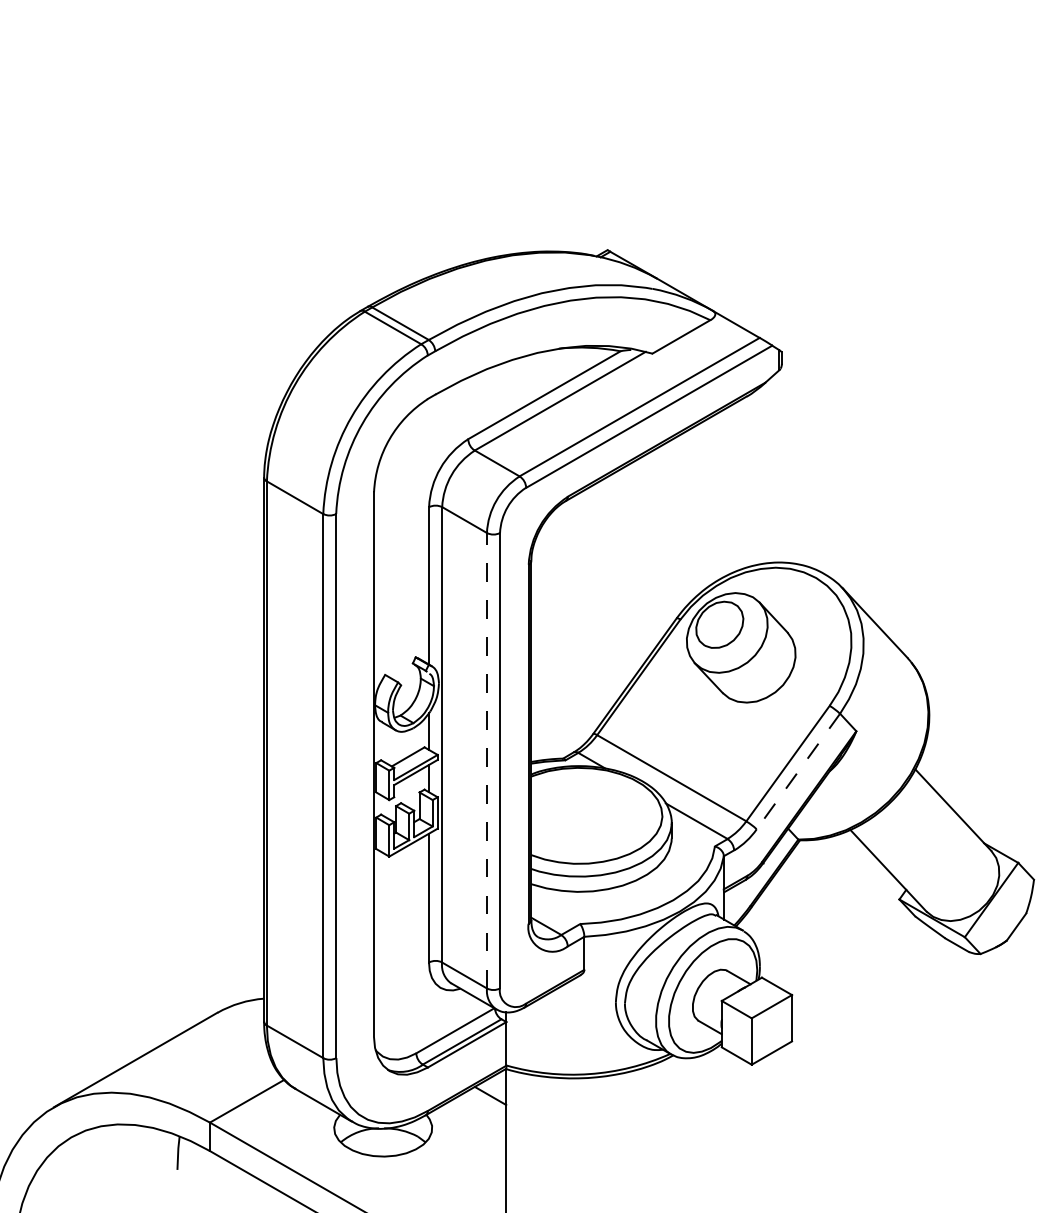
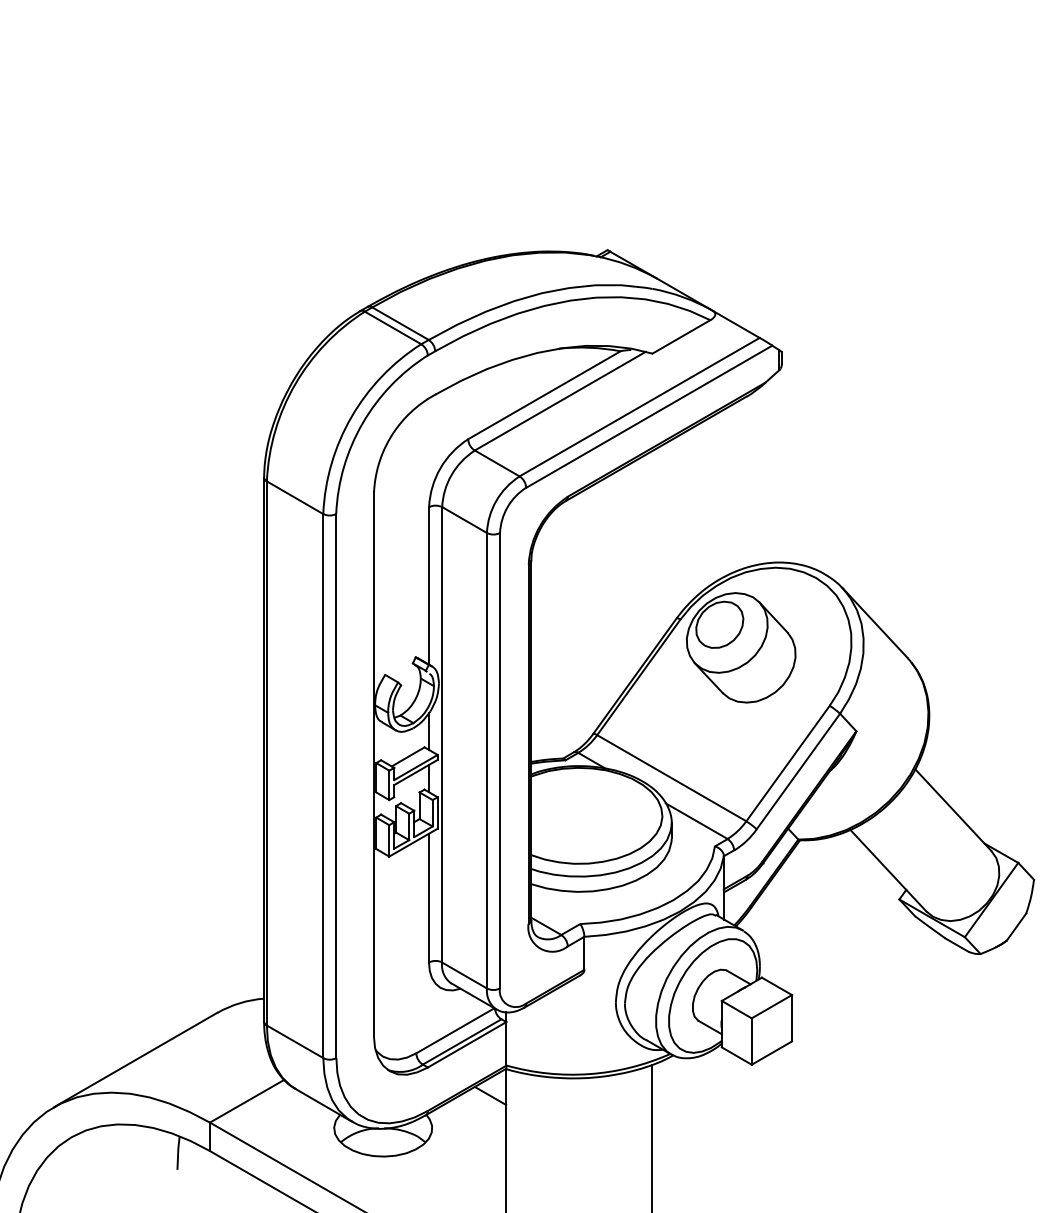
line at (486, 760): dashed -> solid
line at (798, 771): dashed -> solid
line at (652, 1136): none -> present
